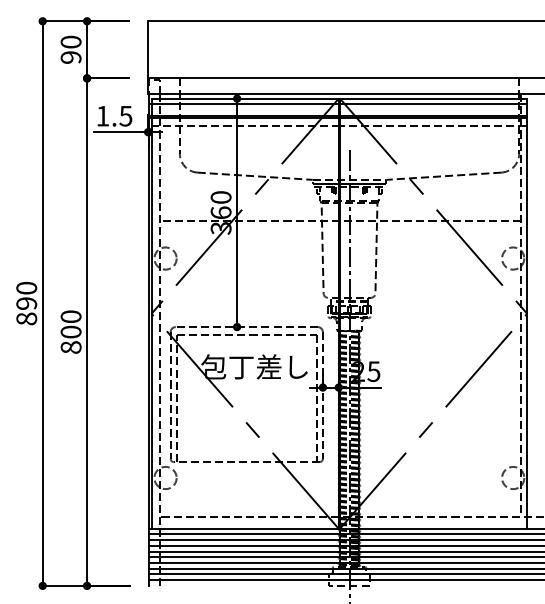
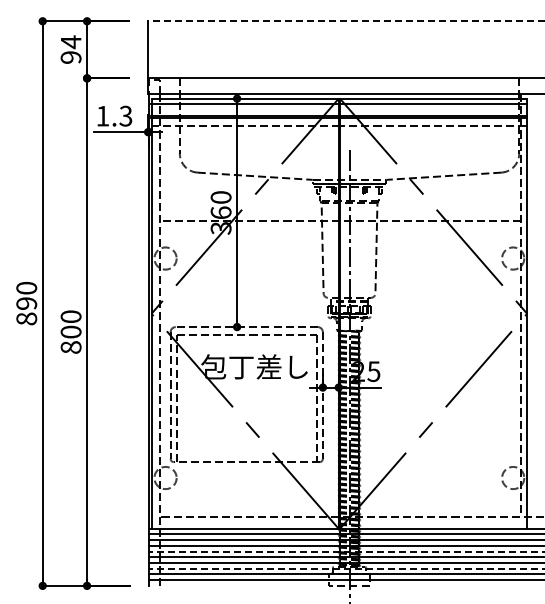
line at (346, 21): solid -> dashed
text at (70, 42): 90 -> 94
text at (125, 115): 1.5 -> 1.3
line at (346, 551): solid -> dashed
line at (346, 568): solid -> dashed
